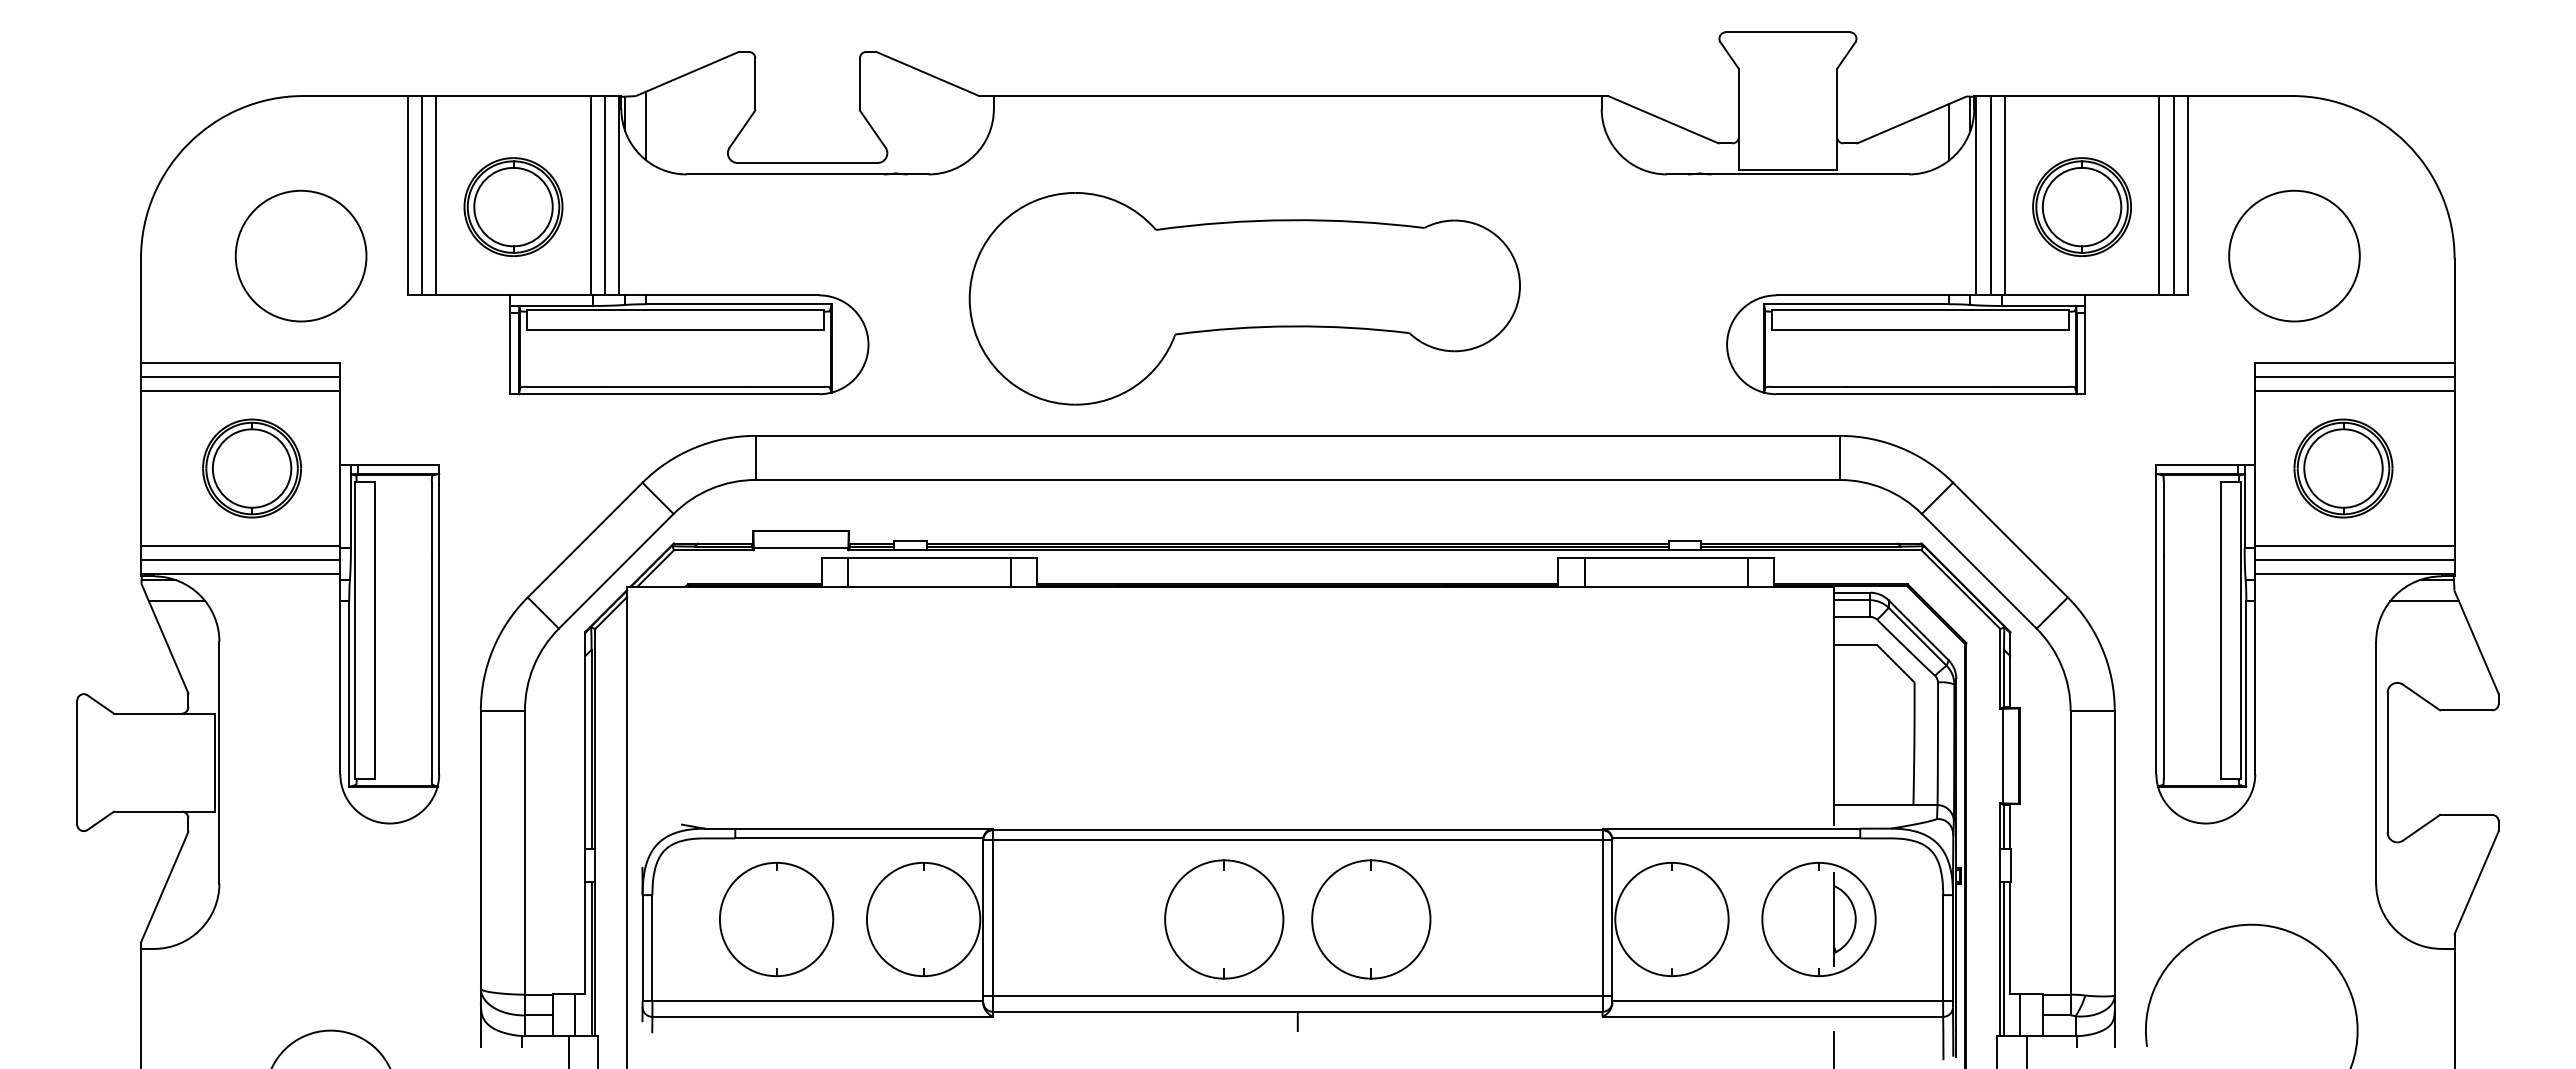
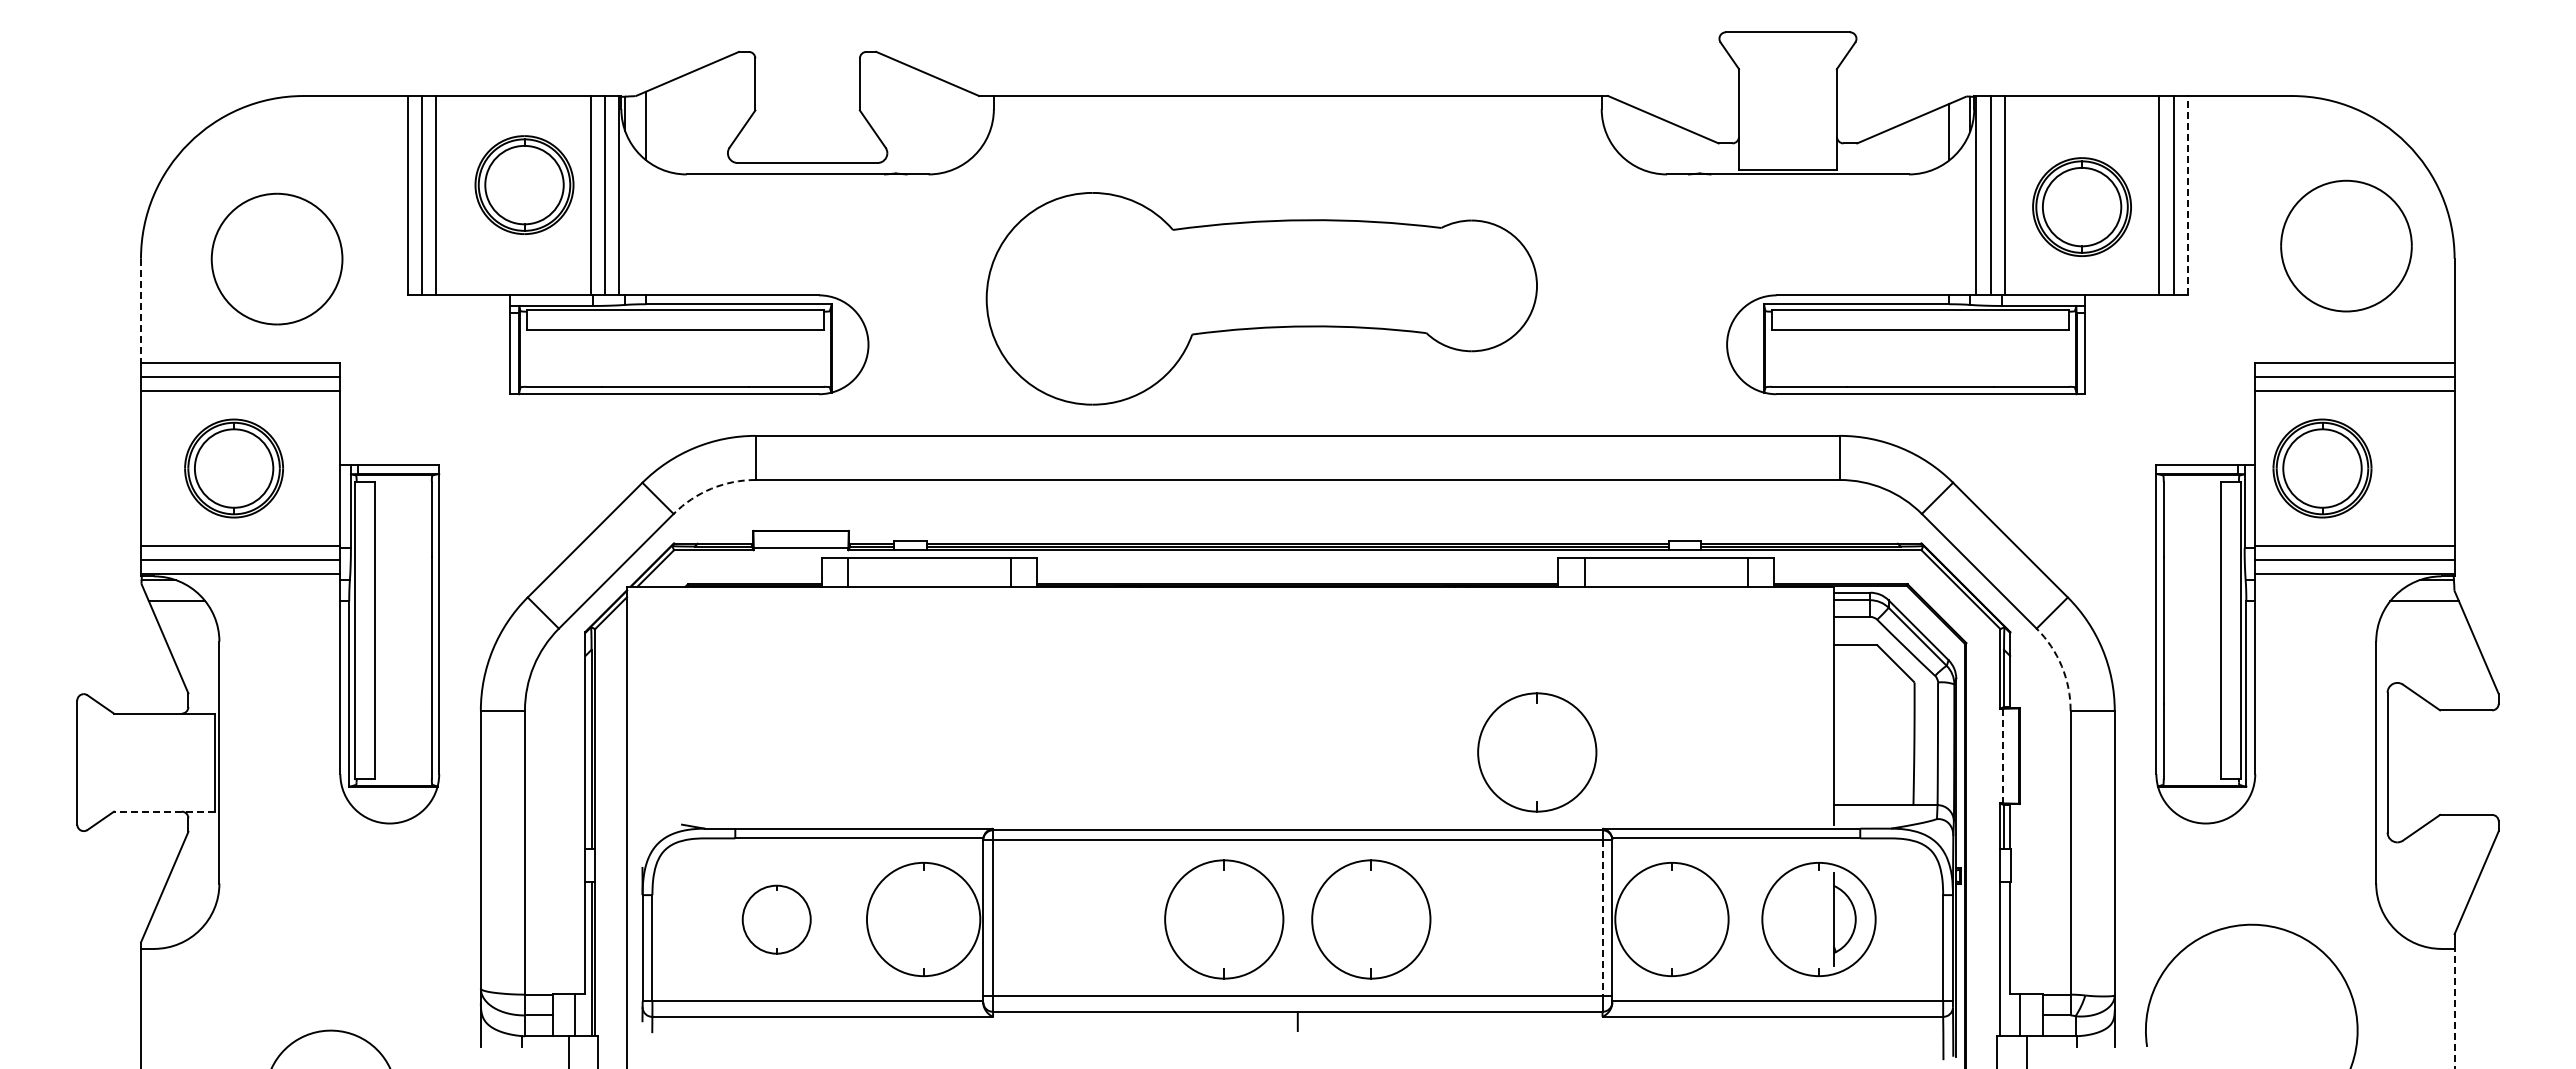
line at (2187, 195): solid -> dashed
part at (513, 206) position: (513, 206) -> (524, 184)
part at (300, 255) position: (300, 255) -> (276, 258)
part at (2294, 255) position: (2294, 255) -> (2346, 245)
part at (1244, 298) position: (1244, 298) -> (1261, 298)
line at (141, 311): solid -> dashed
part at (251, 468) position: (251, 468) -> (233, 468)
part at (2343, 468) position: (2343, 468) -> (2322, 468)
arc at (711, 488): solid -> dashed
arc at (2061, 666): solid -> dashed
part at (1537, 752): none -> present
line at (2003, 756): solid -> dashed
line at (163, 811): solid -> dashed
line at (1602, 918): solid -> dashed
part at (776, 919) size: 116x116 px -> 71x71 px
line at (2004, 958): present -> none
line at (2454, 1008): solid -> dashed
line at (1833, 1048): present -> none
